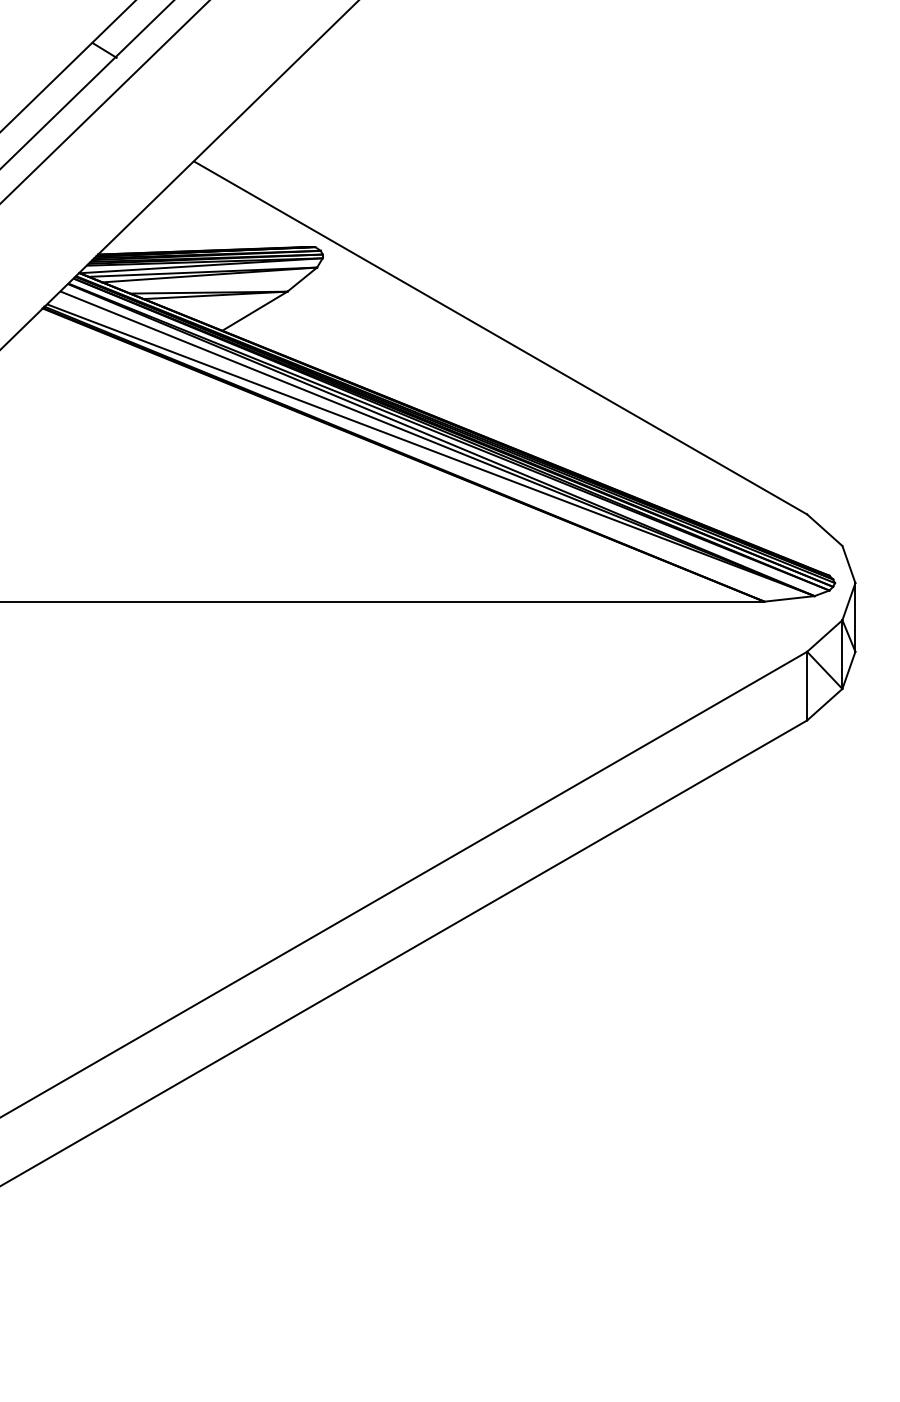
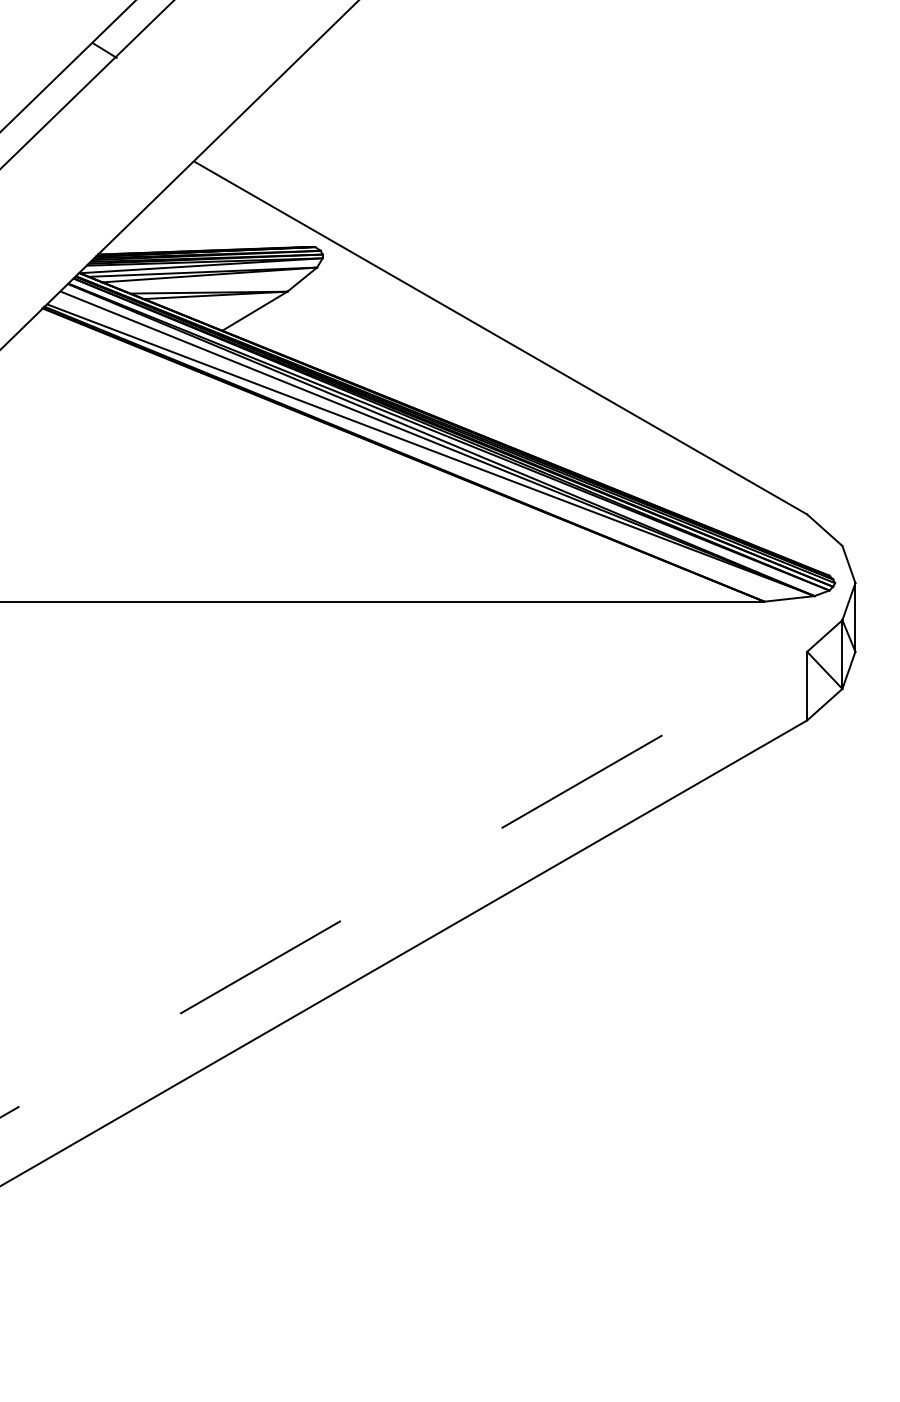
line at (104, 101): present -> none
line at (403, 884): solid -> dashed
